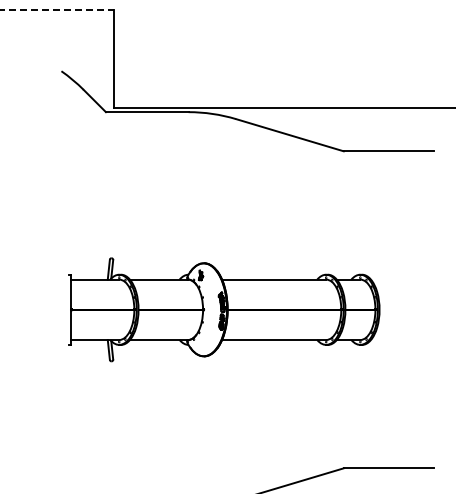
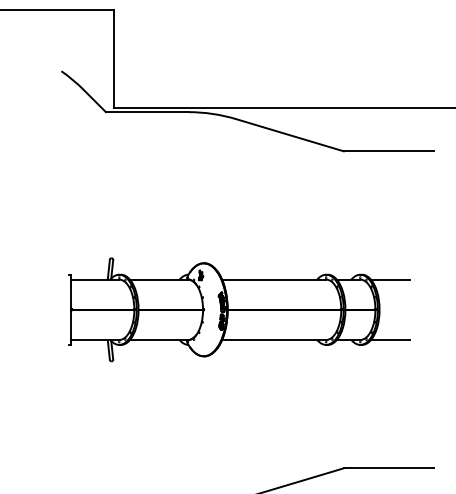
line at (57, 9): dashed -> solid
line at (390, 279): none -> present
line at (390, 340): none -> present
